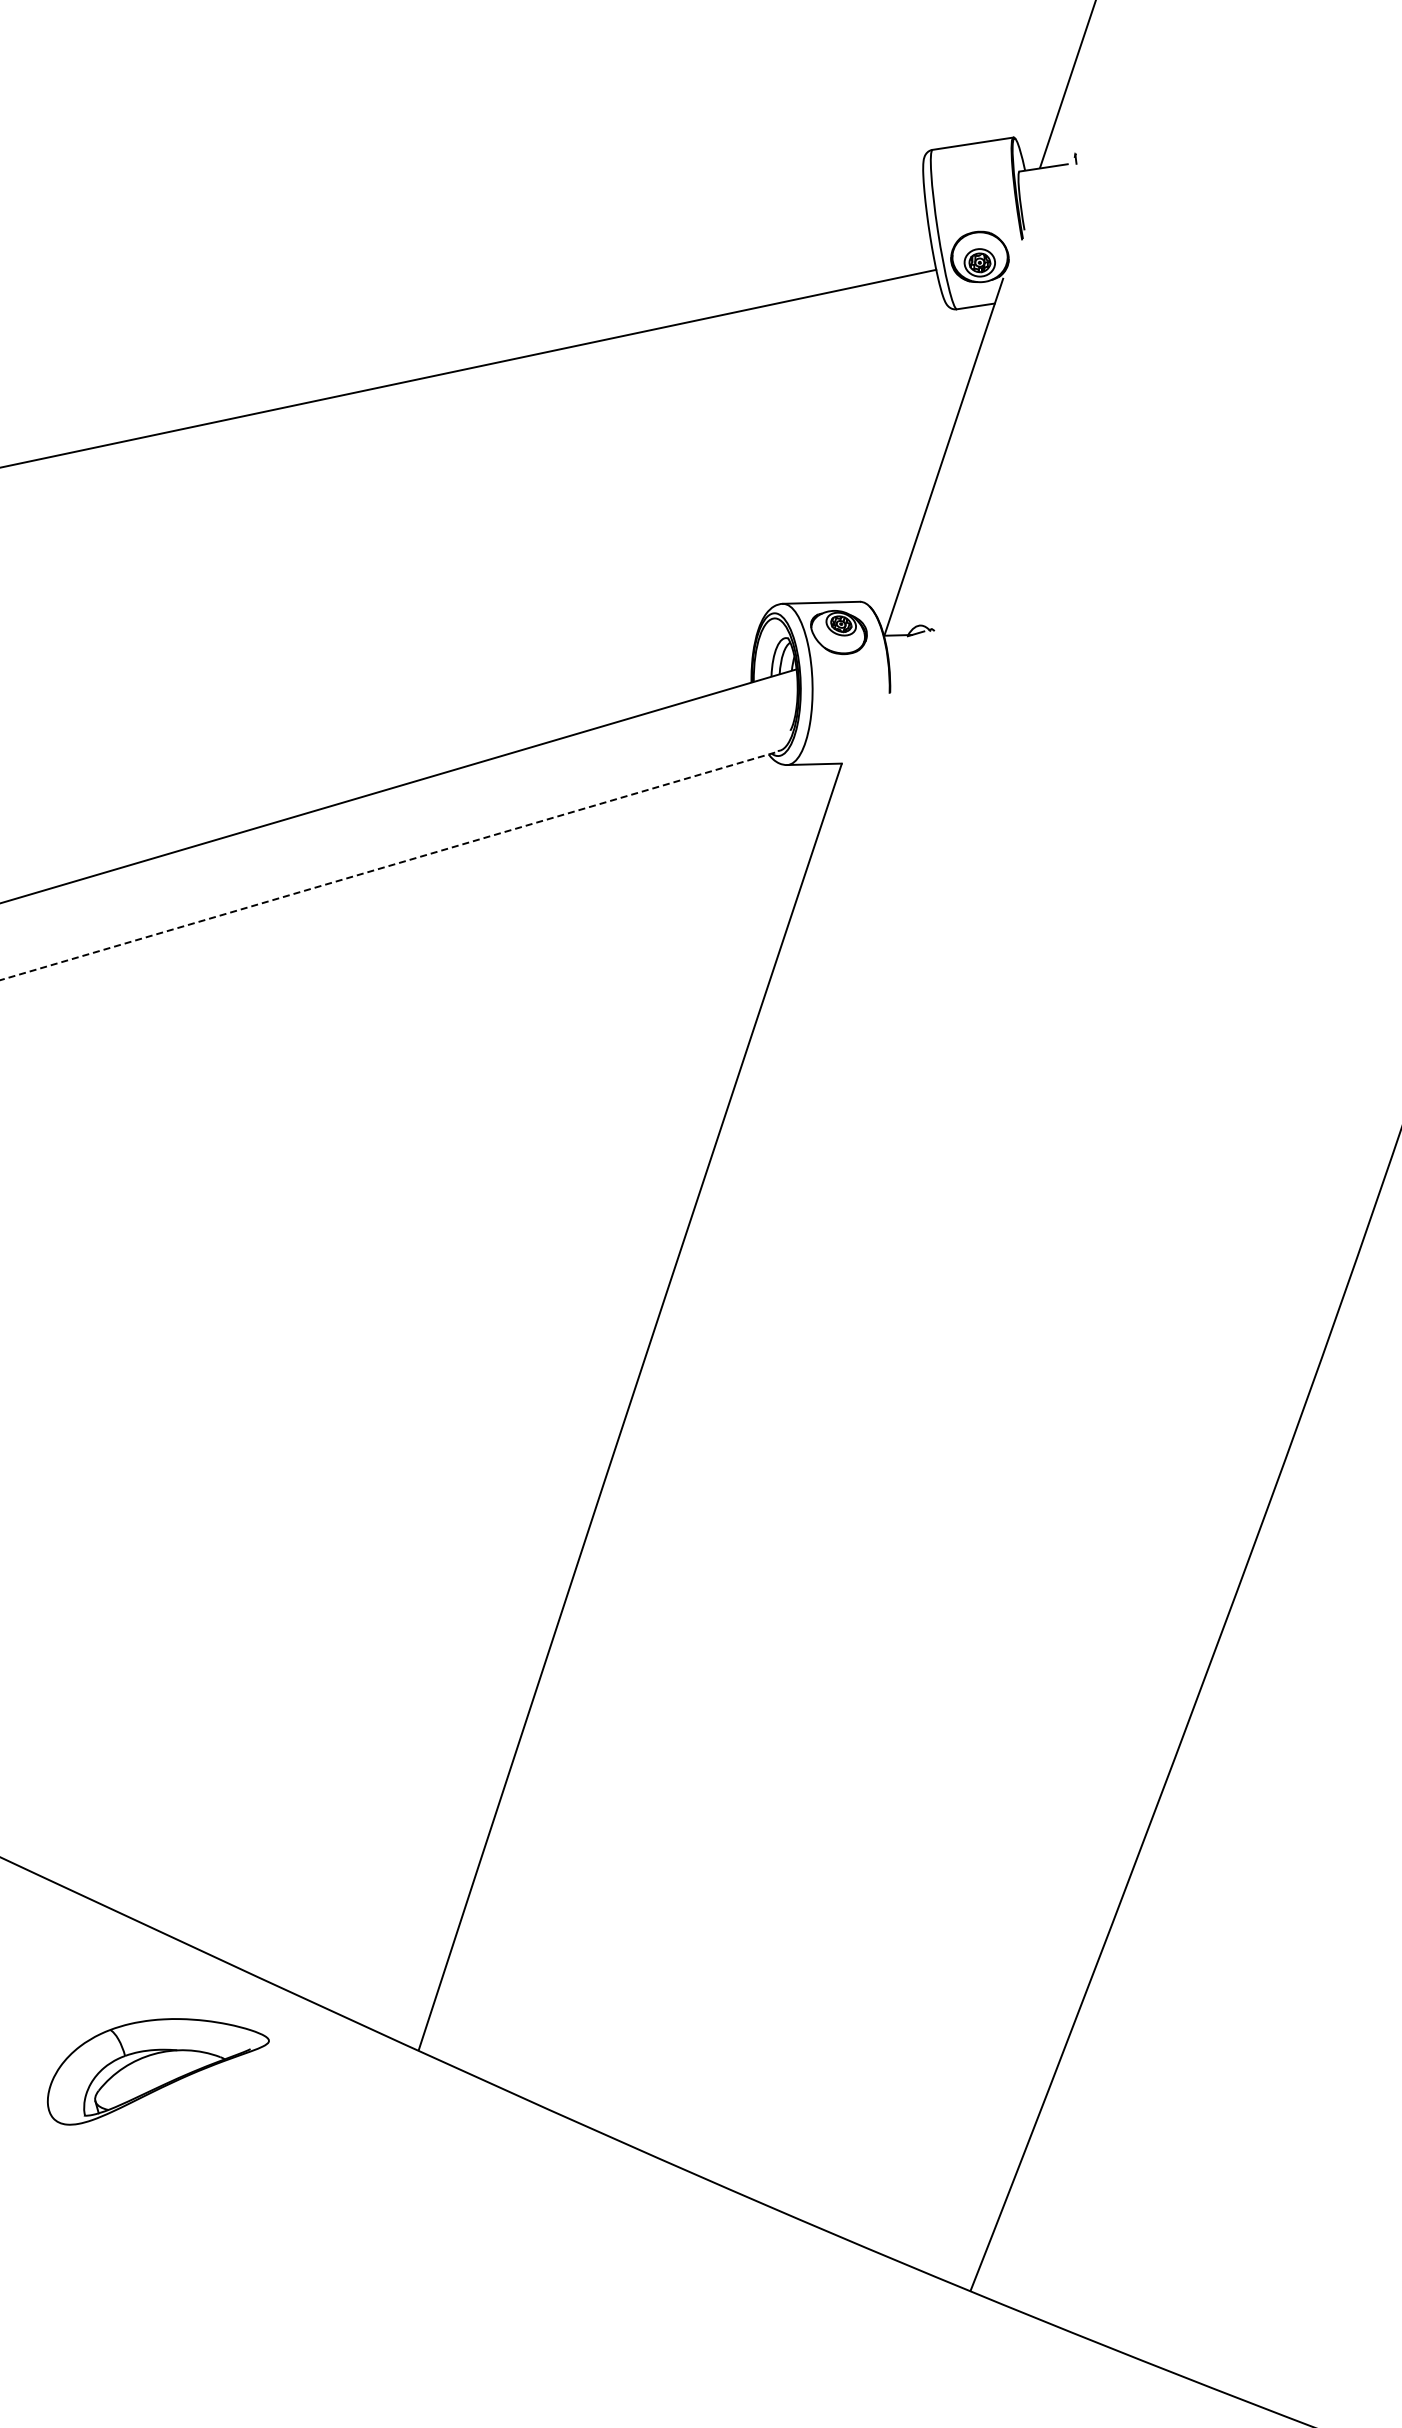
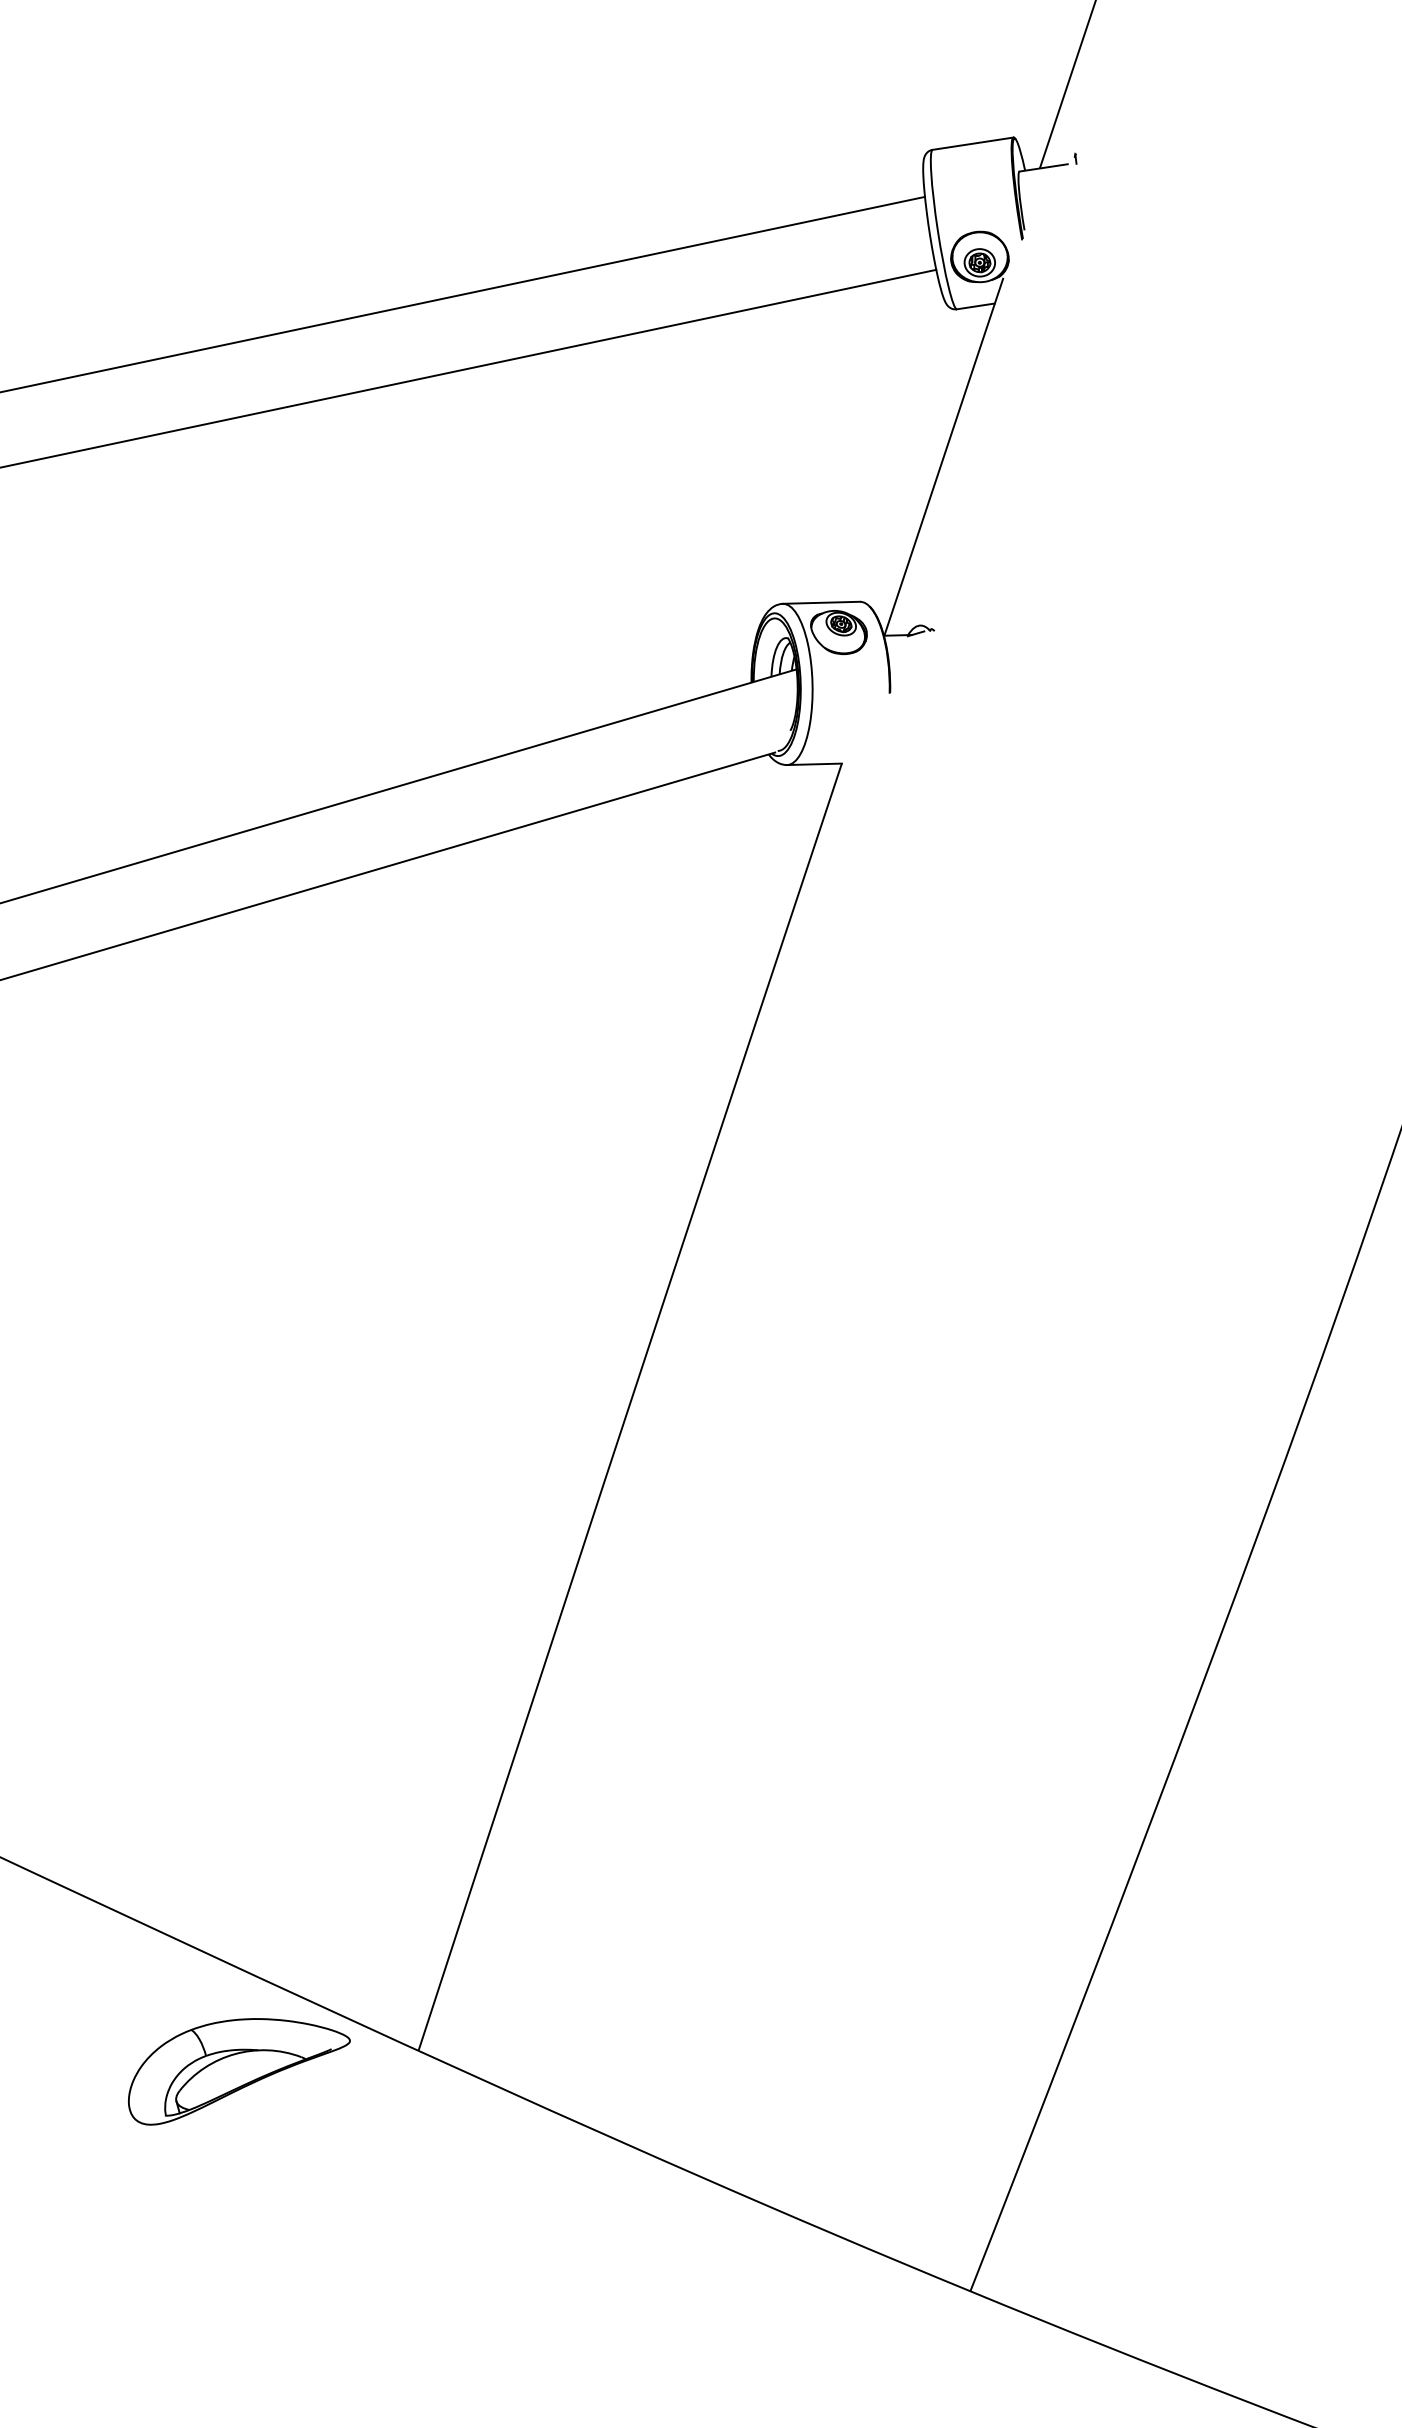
line at (463, 293): none -> present
line at (387, 866): dashed -> solid
part at (158, 2071) position: (158, 2071) -> (239, 2071)
